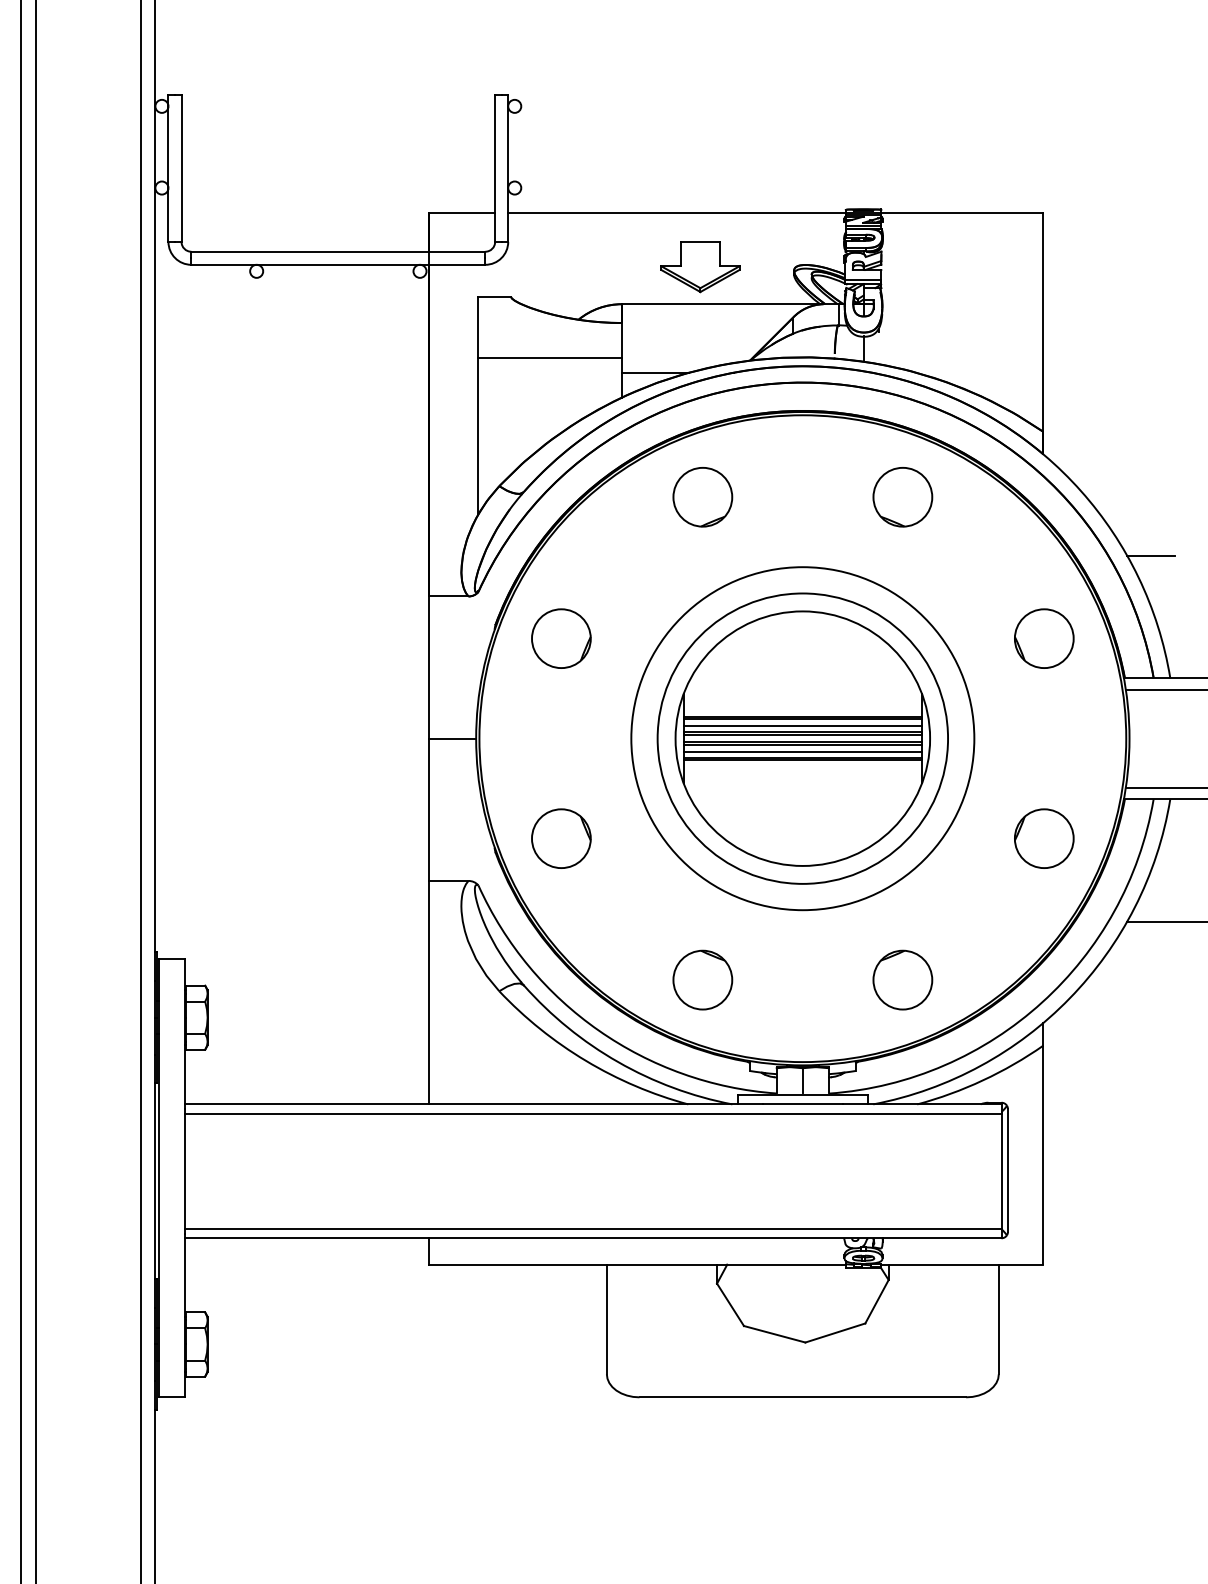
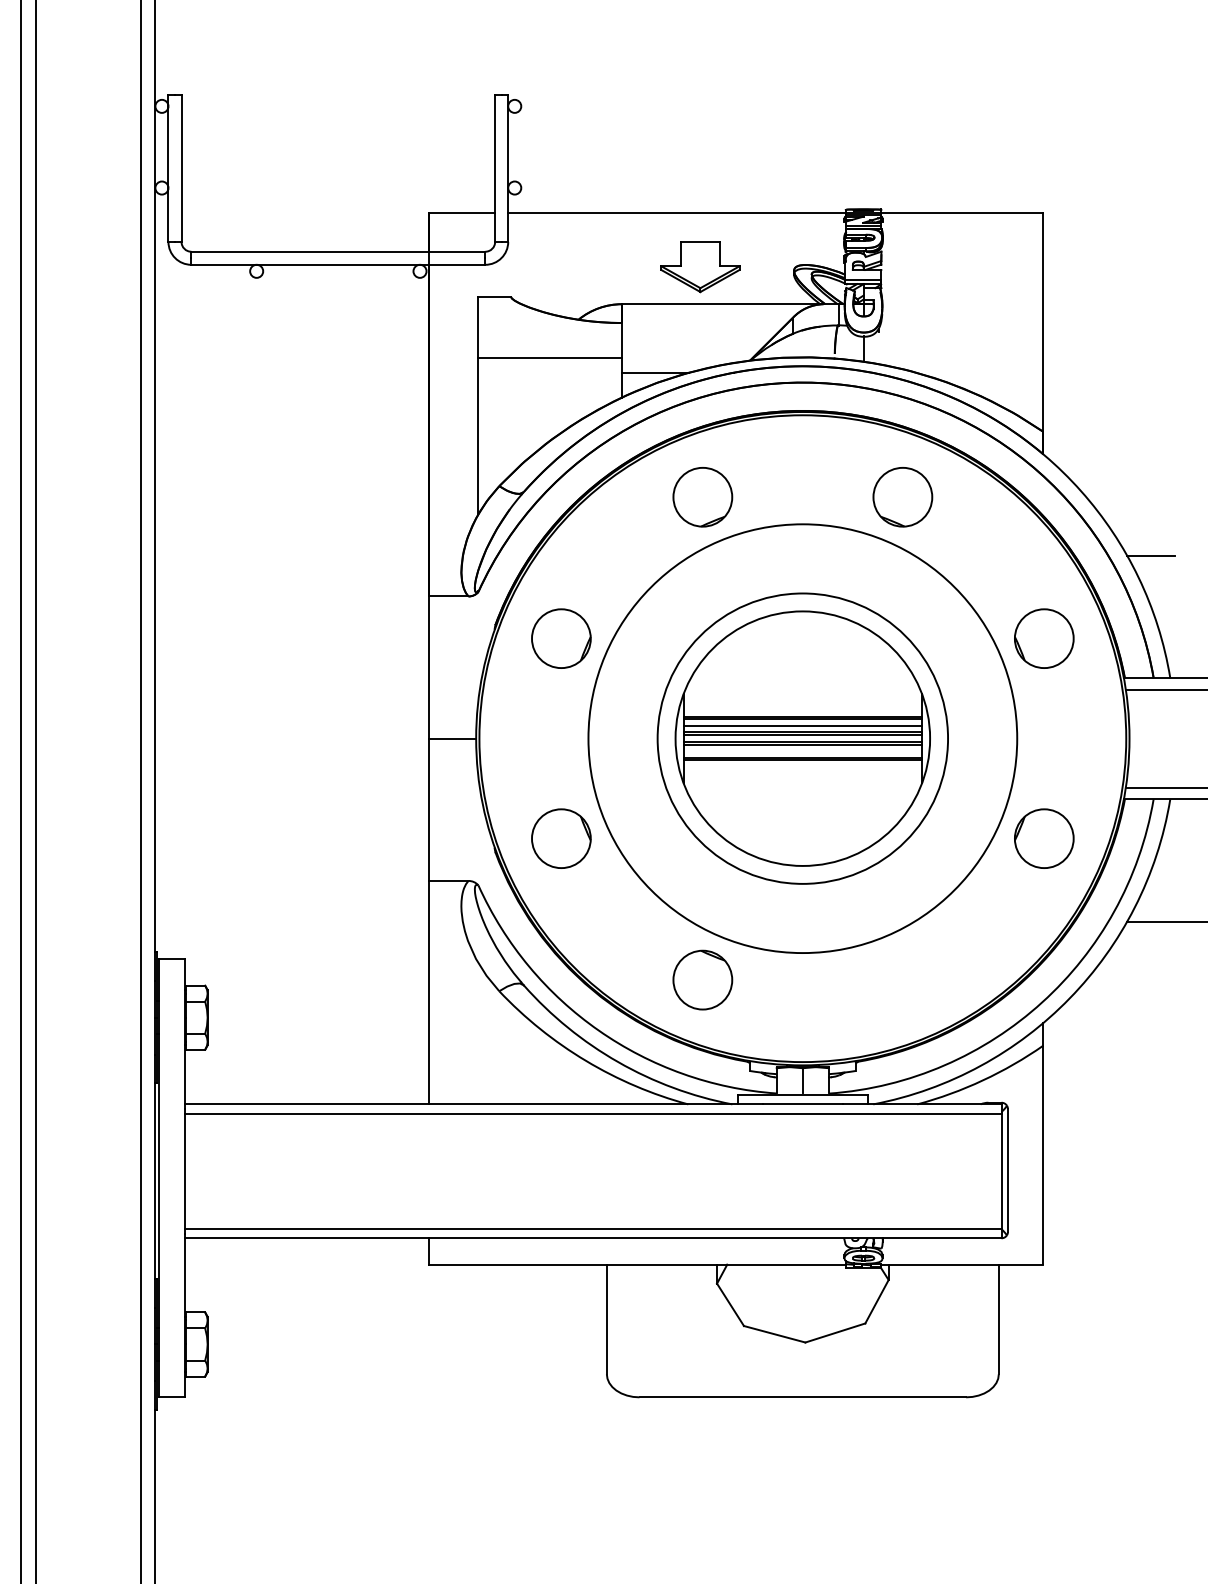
circle at (802, 738) diameter: 343 px -> 429 px
line at (802, 751): present -> none
part at (902, 979): present -> none
